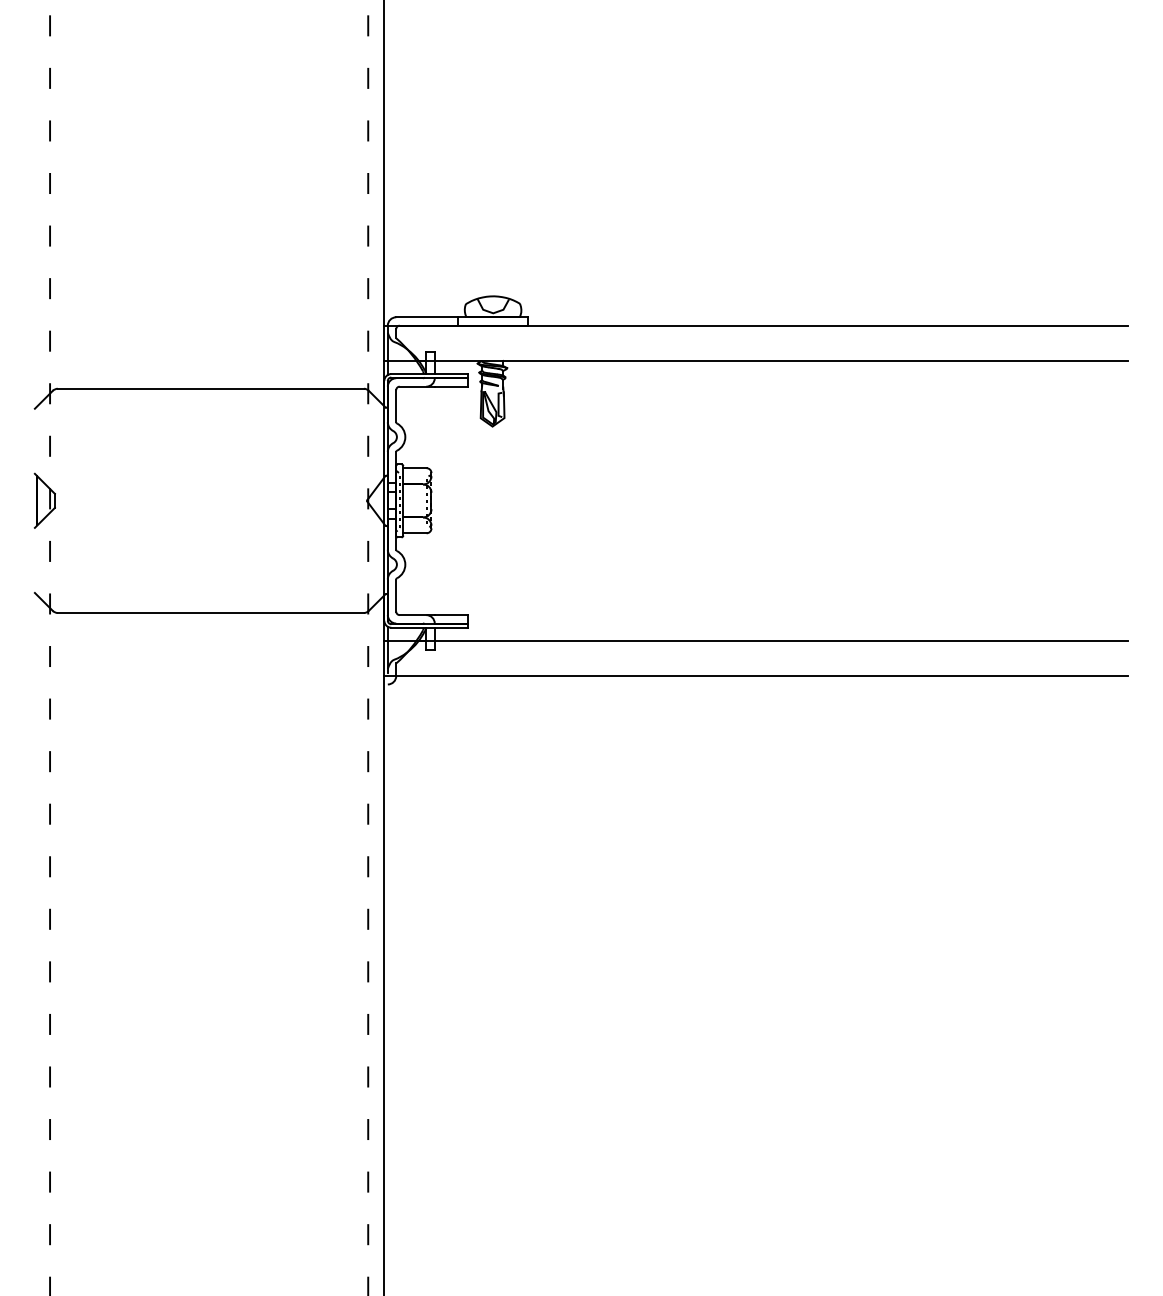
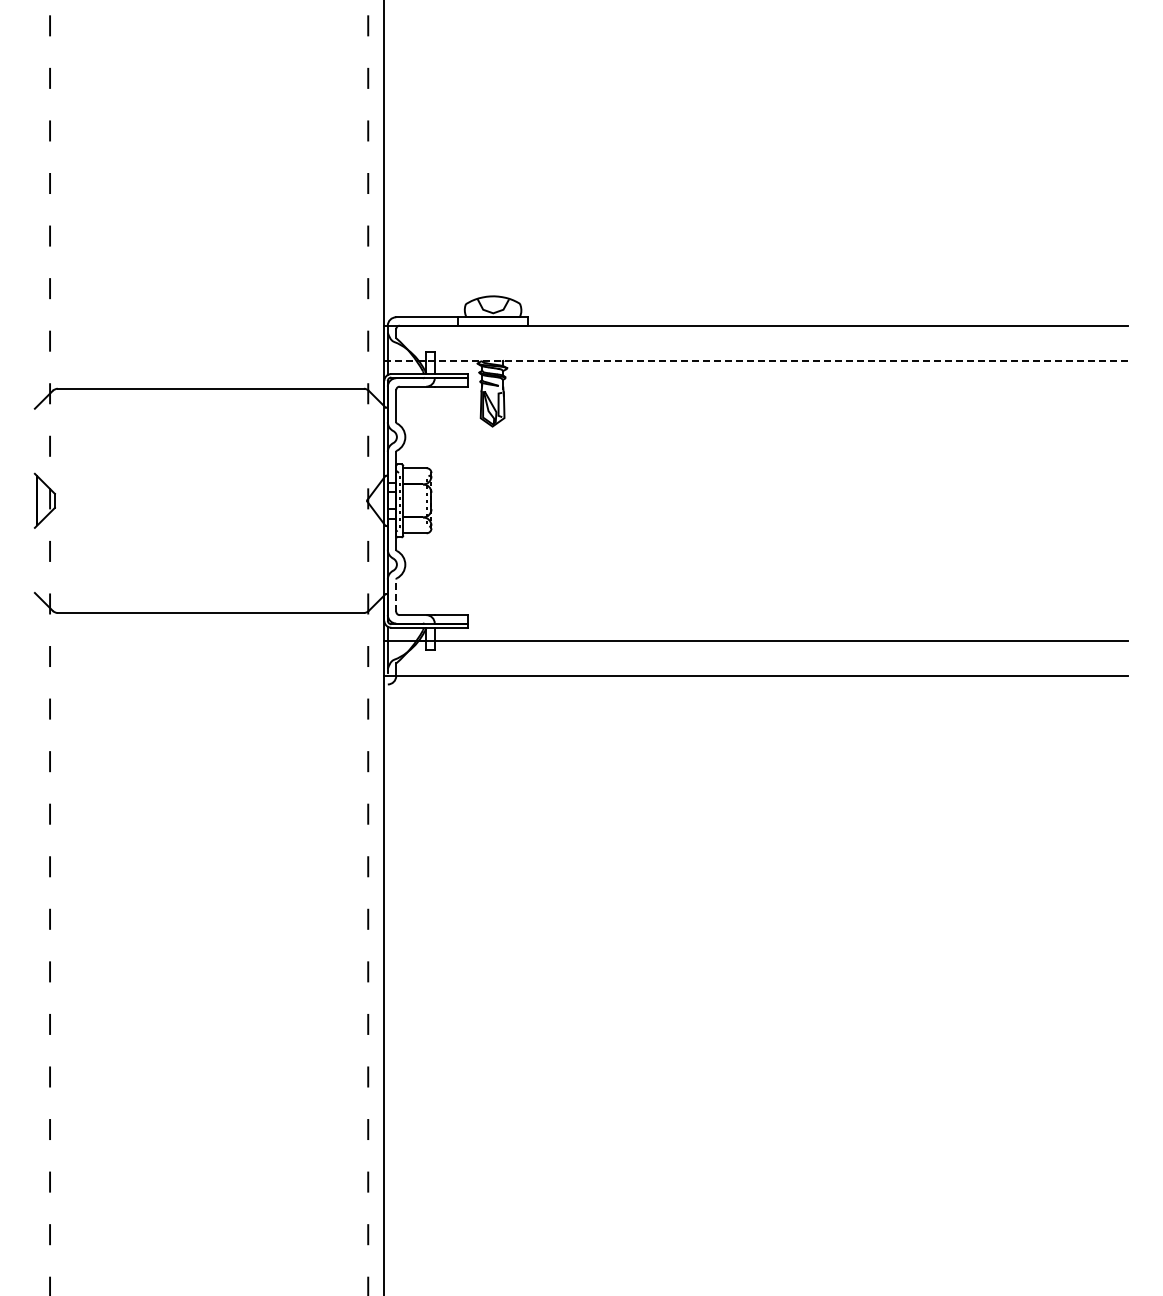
line at (756, 360): solid -> dashed
line at (396, 595): solid -> dashed
